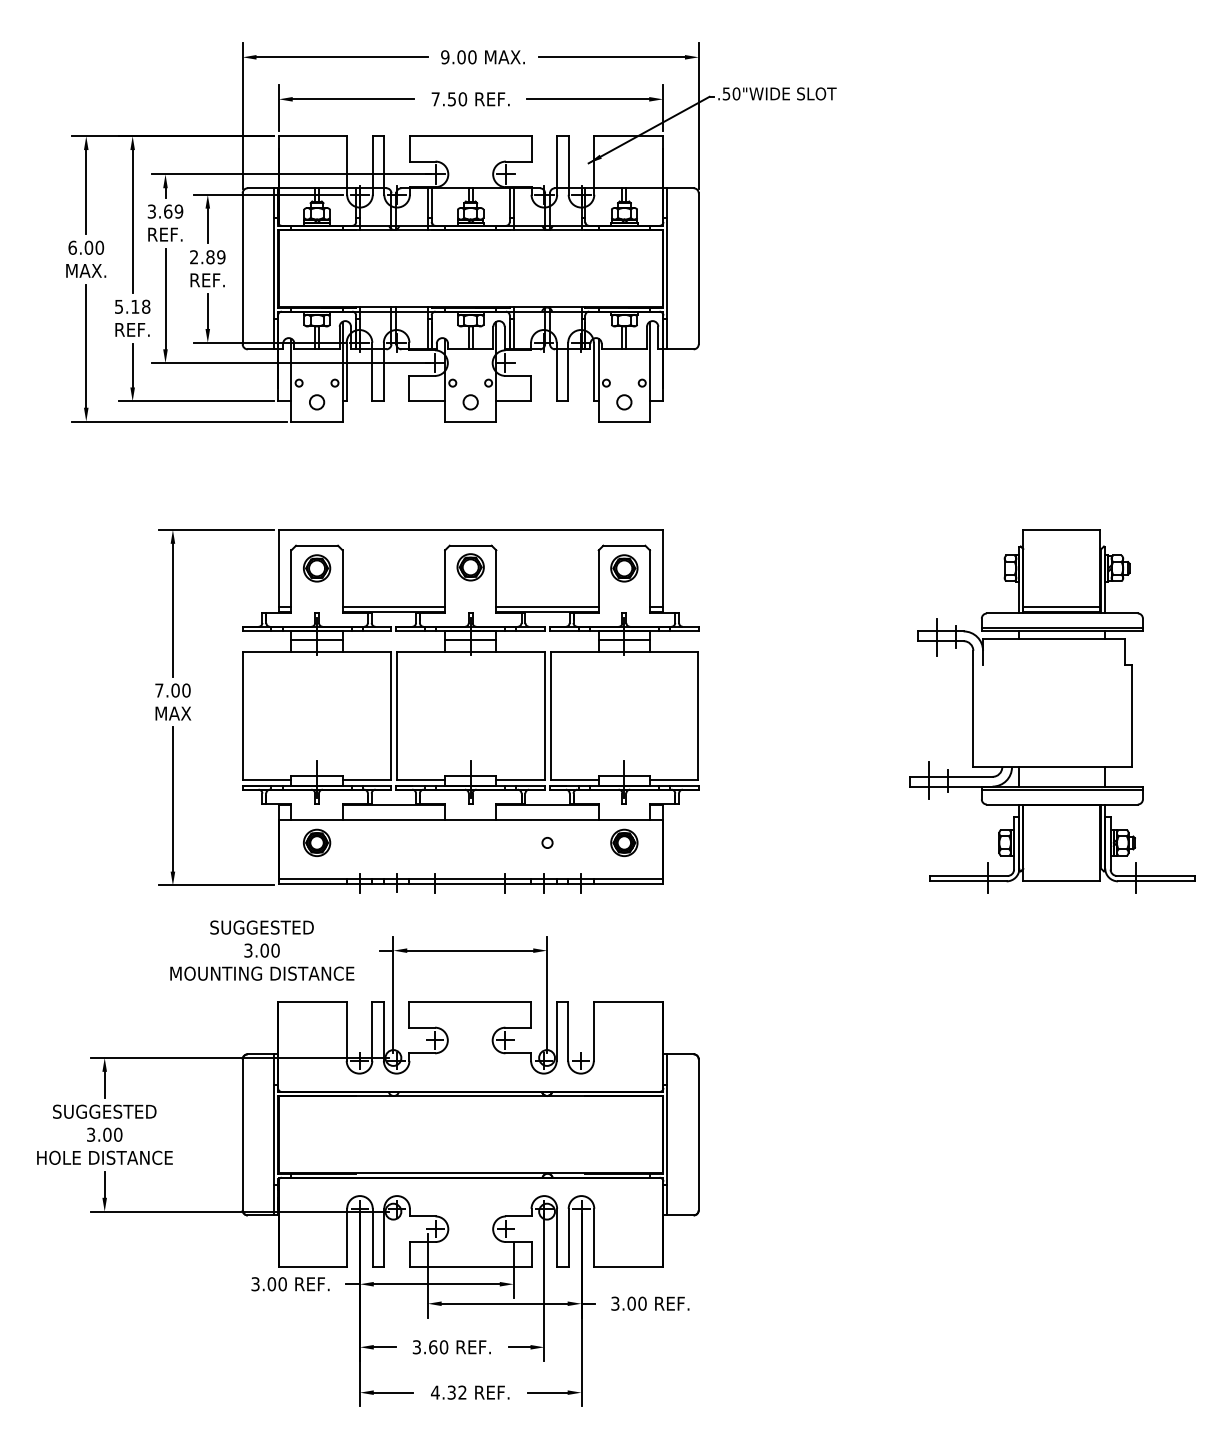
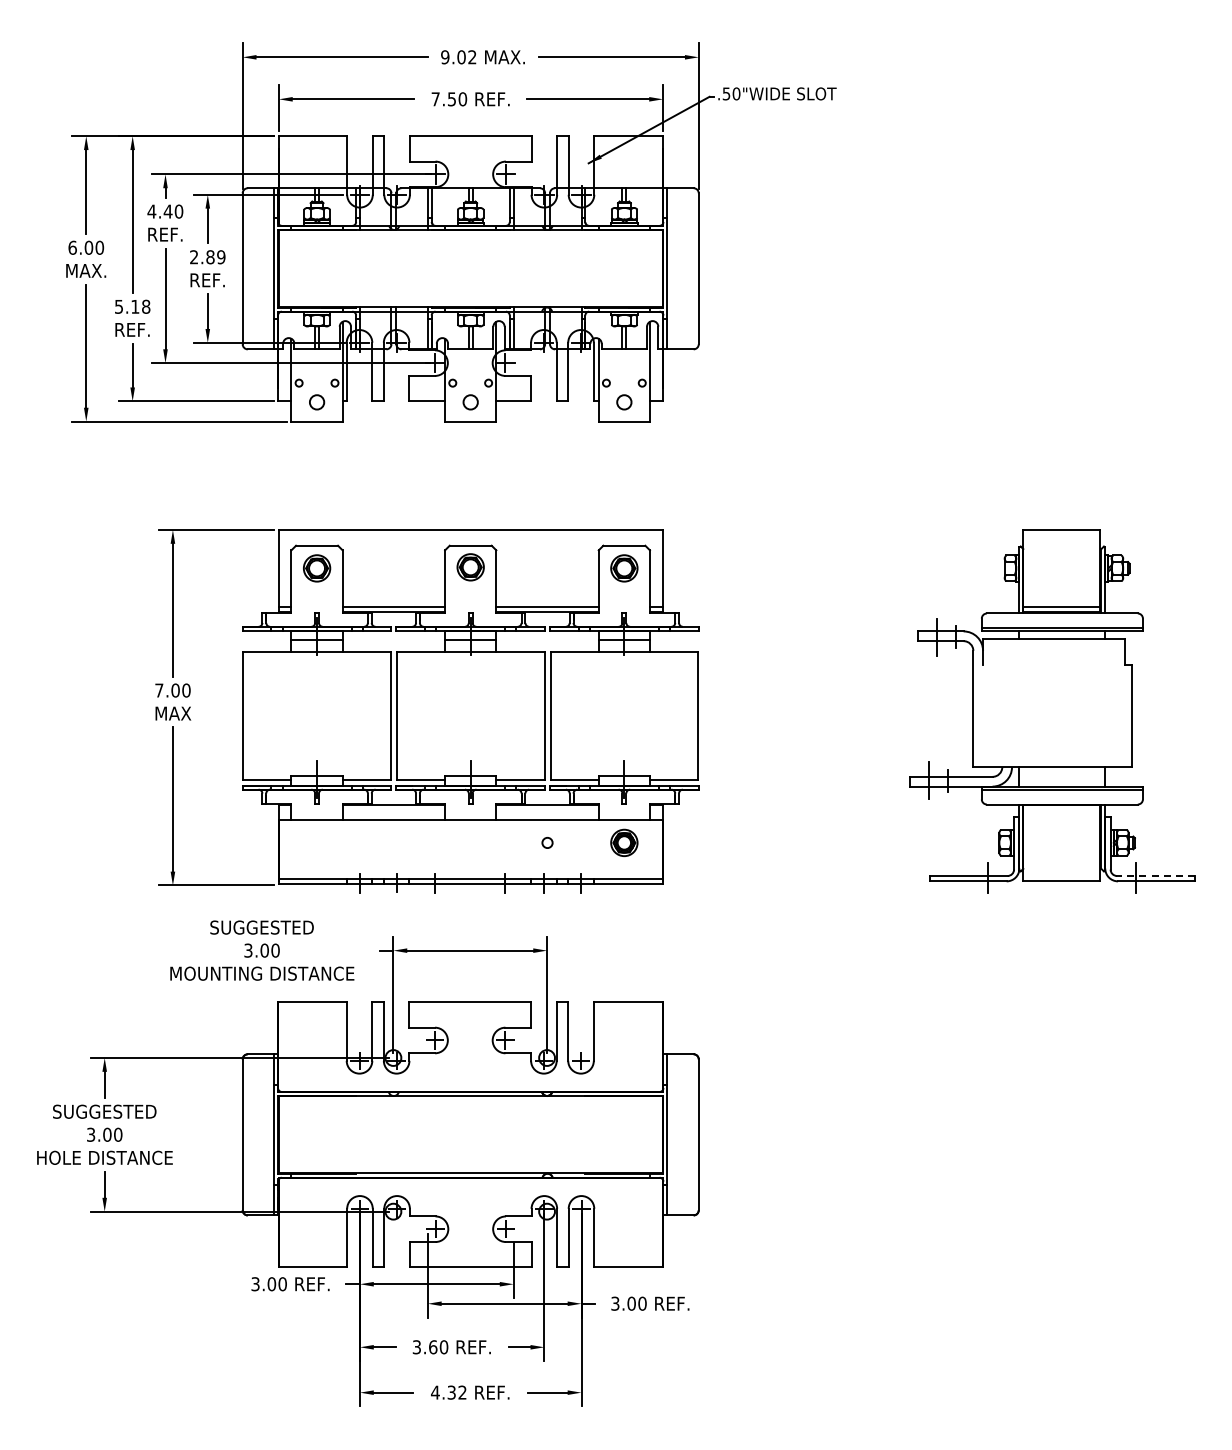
text at (472, 57): 9.00 -> 9.02
text at (165, 211): 3.69 -> 4.40
part at (317, 842): present -> none
line at (1155, 875): solid -> dashed
